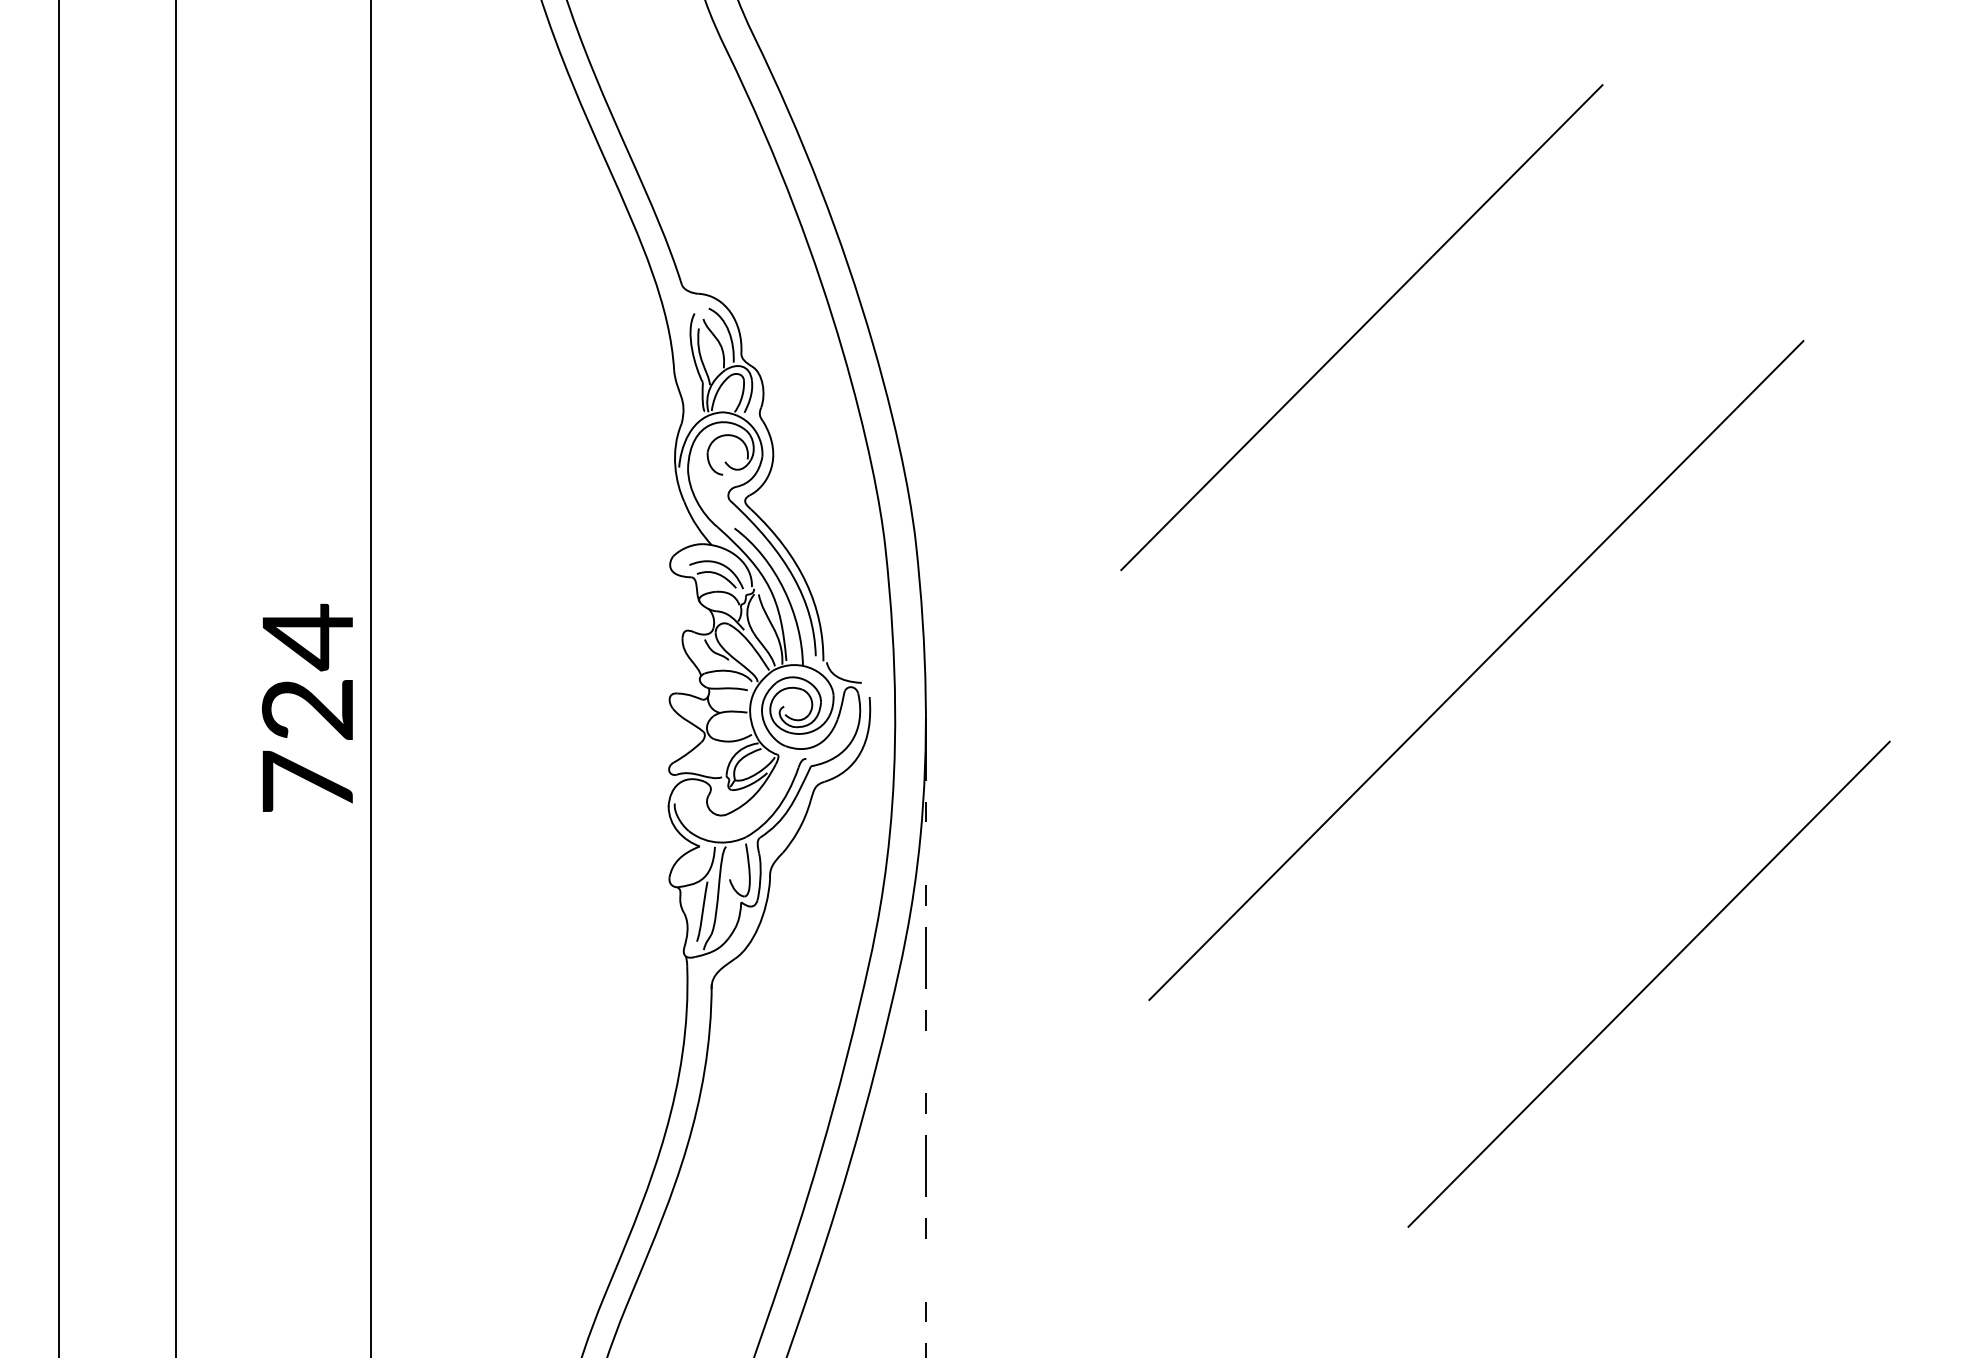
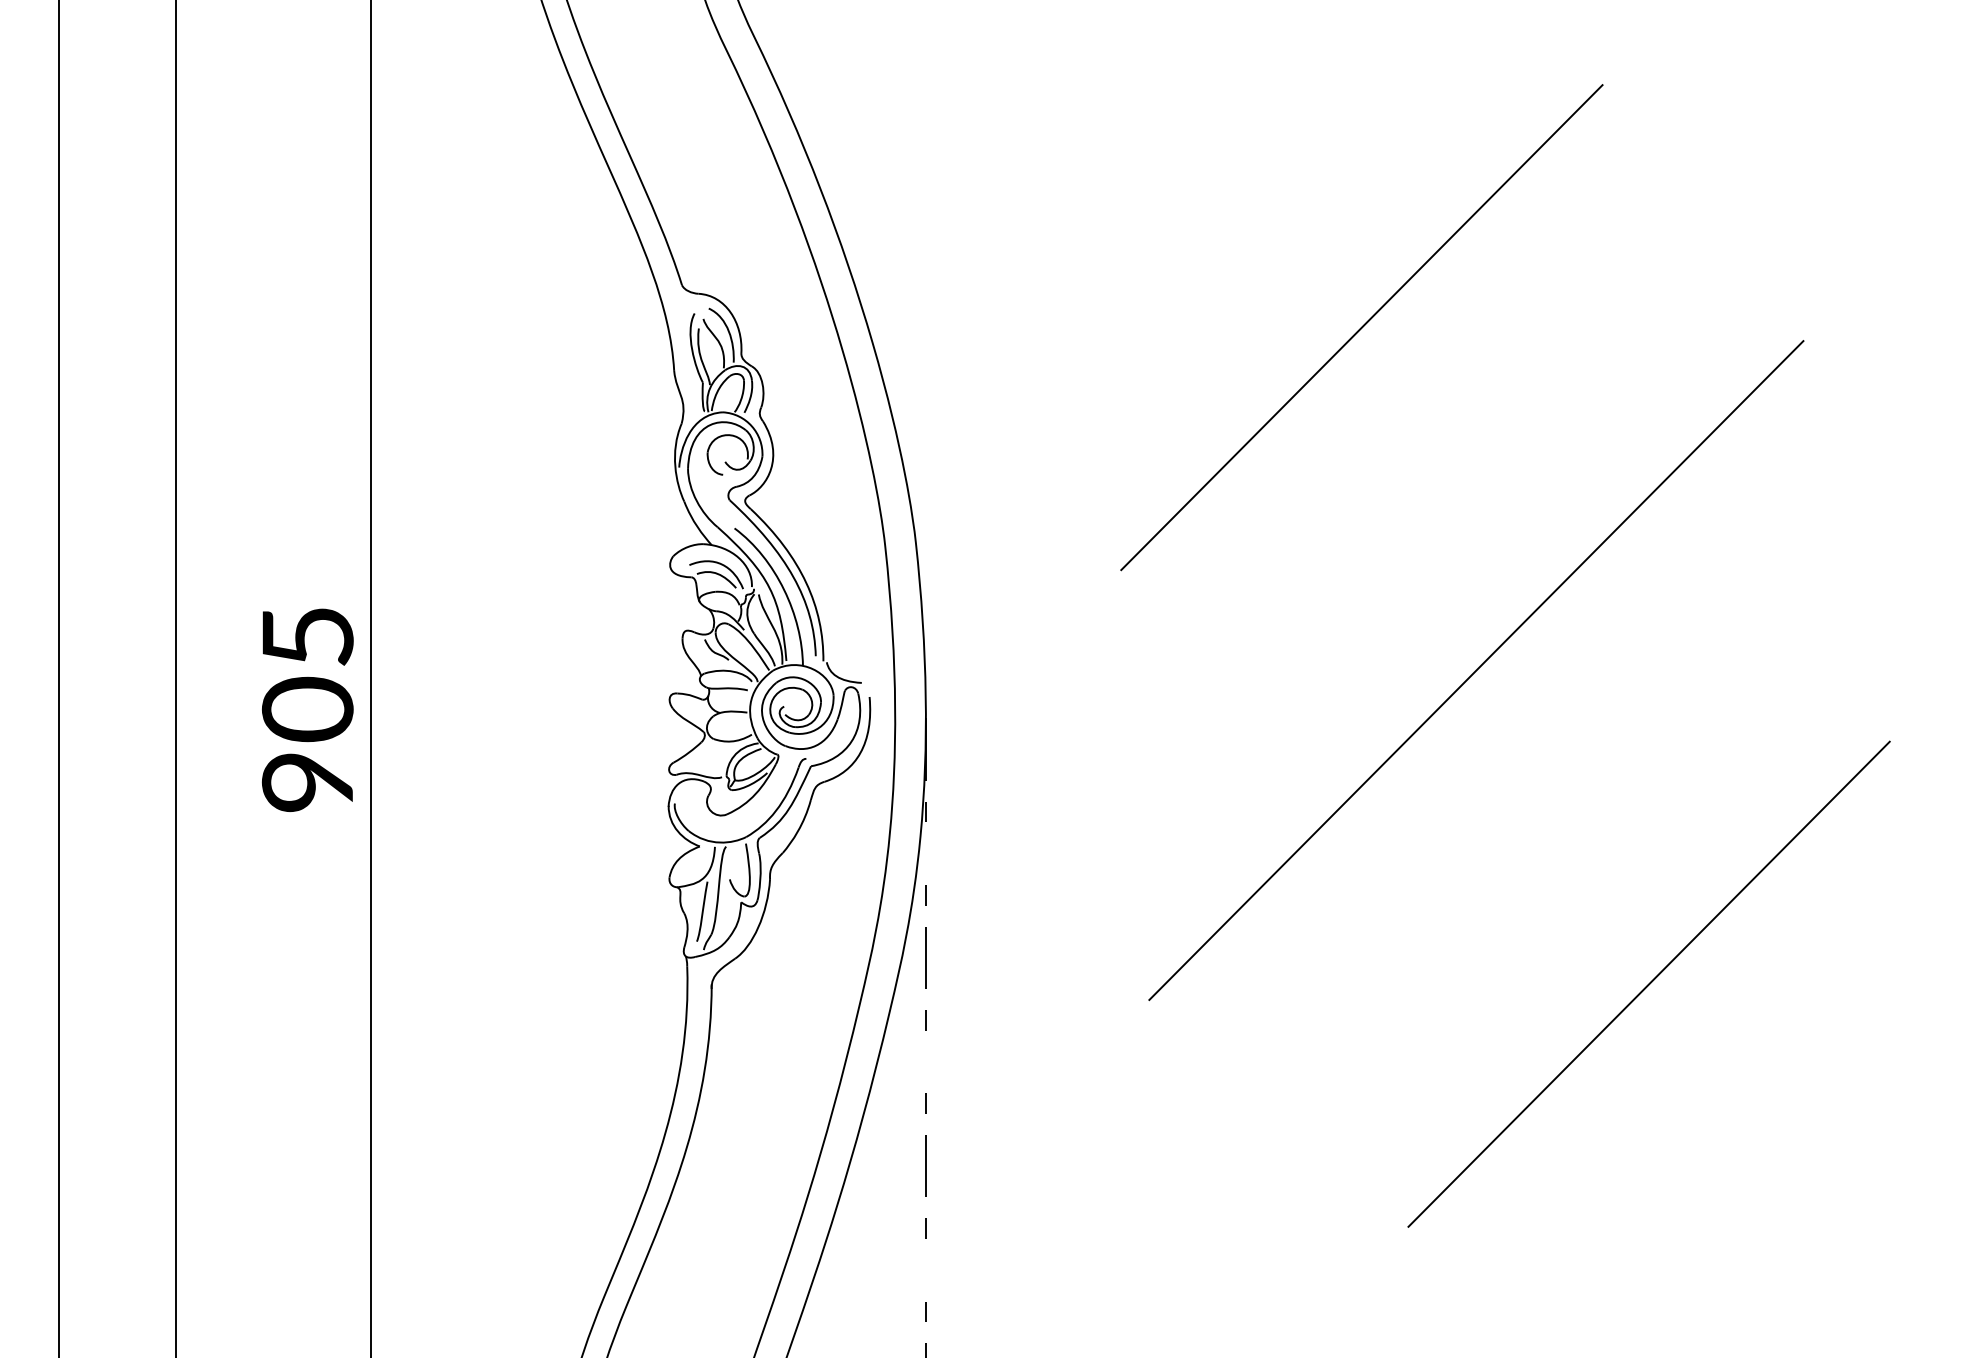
text at (307, 707): 724 -> 905
